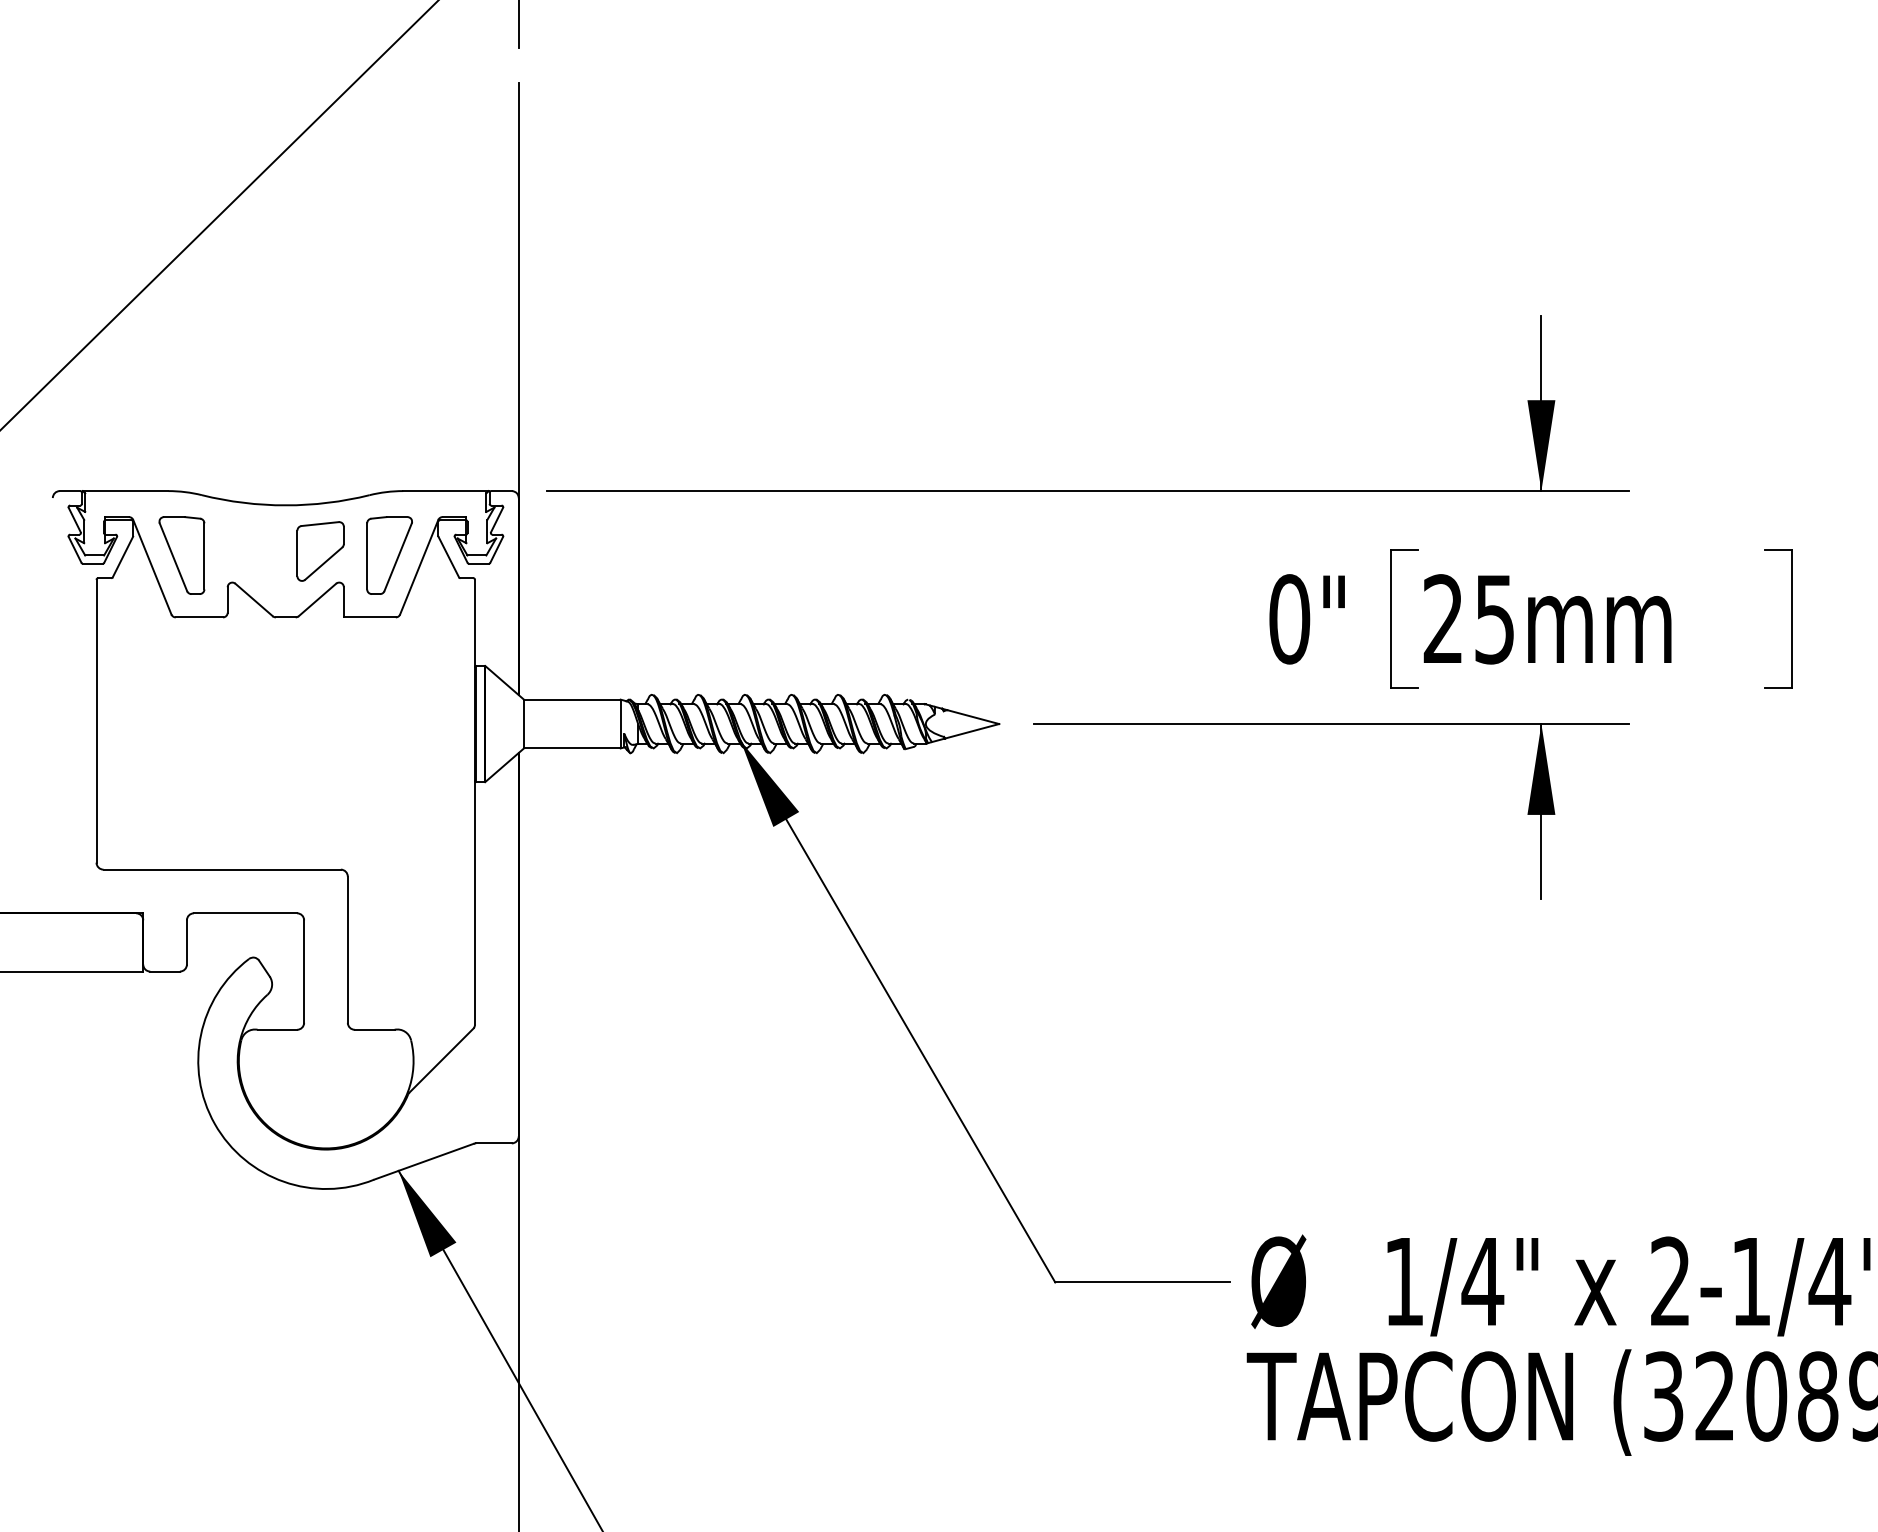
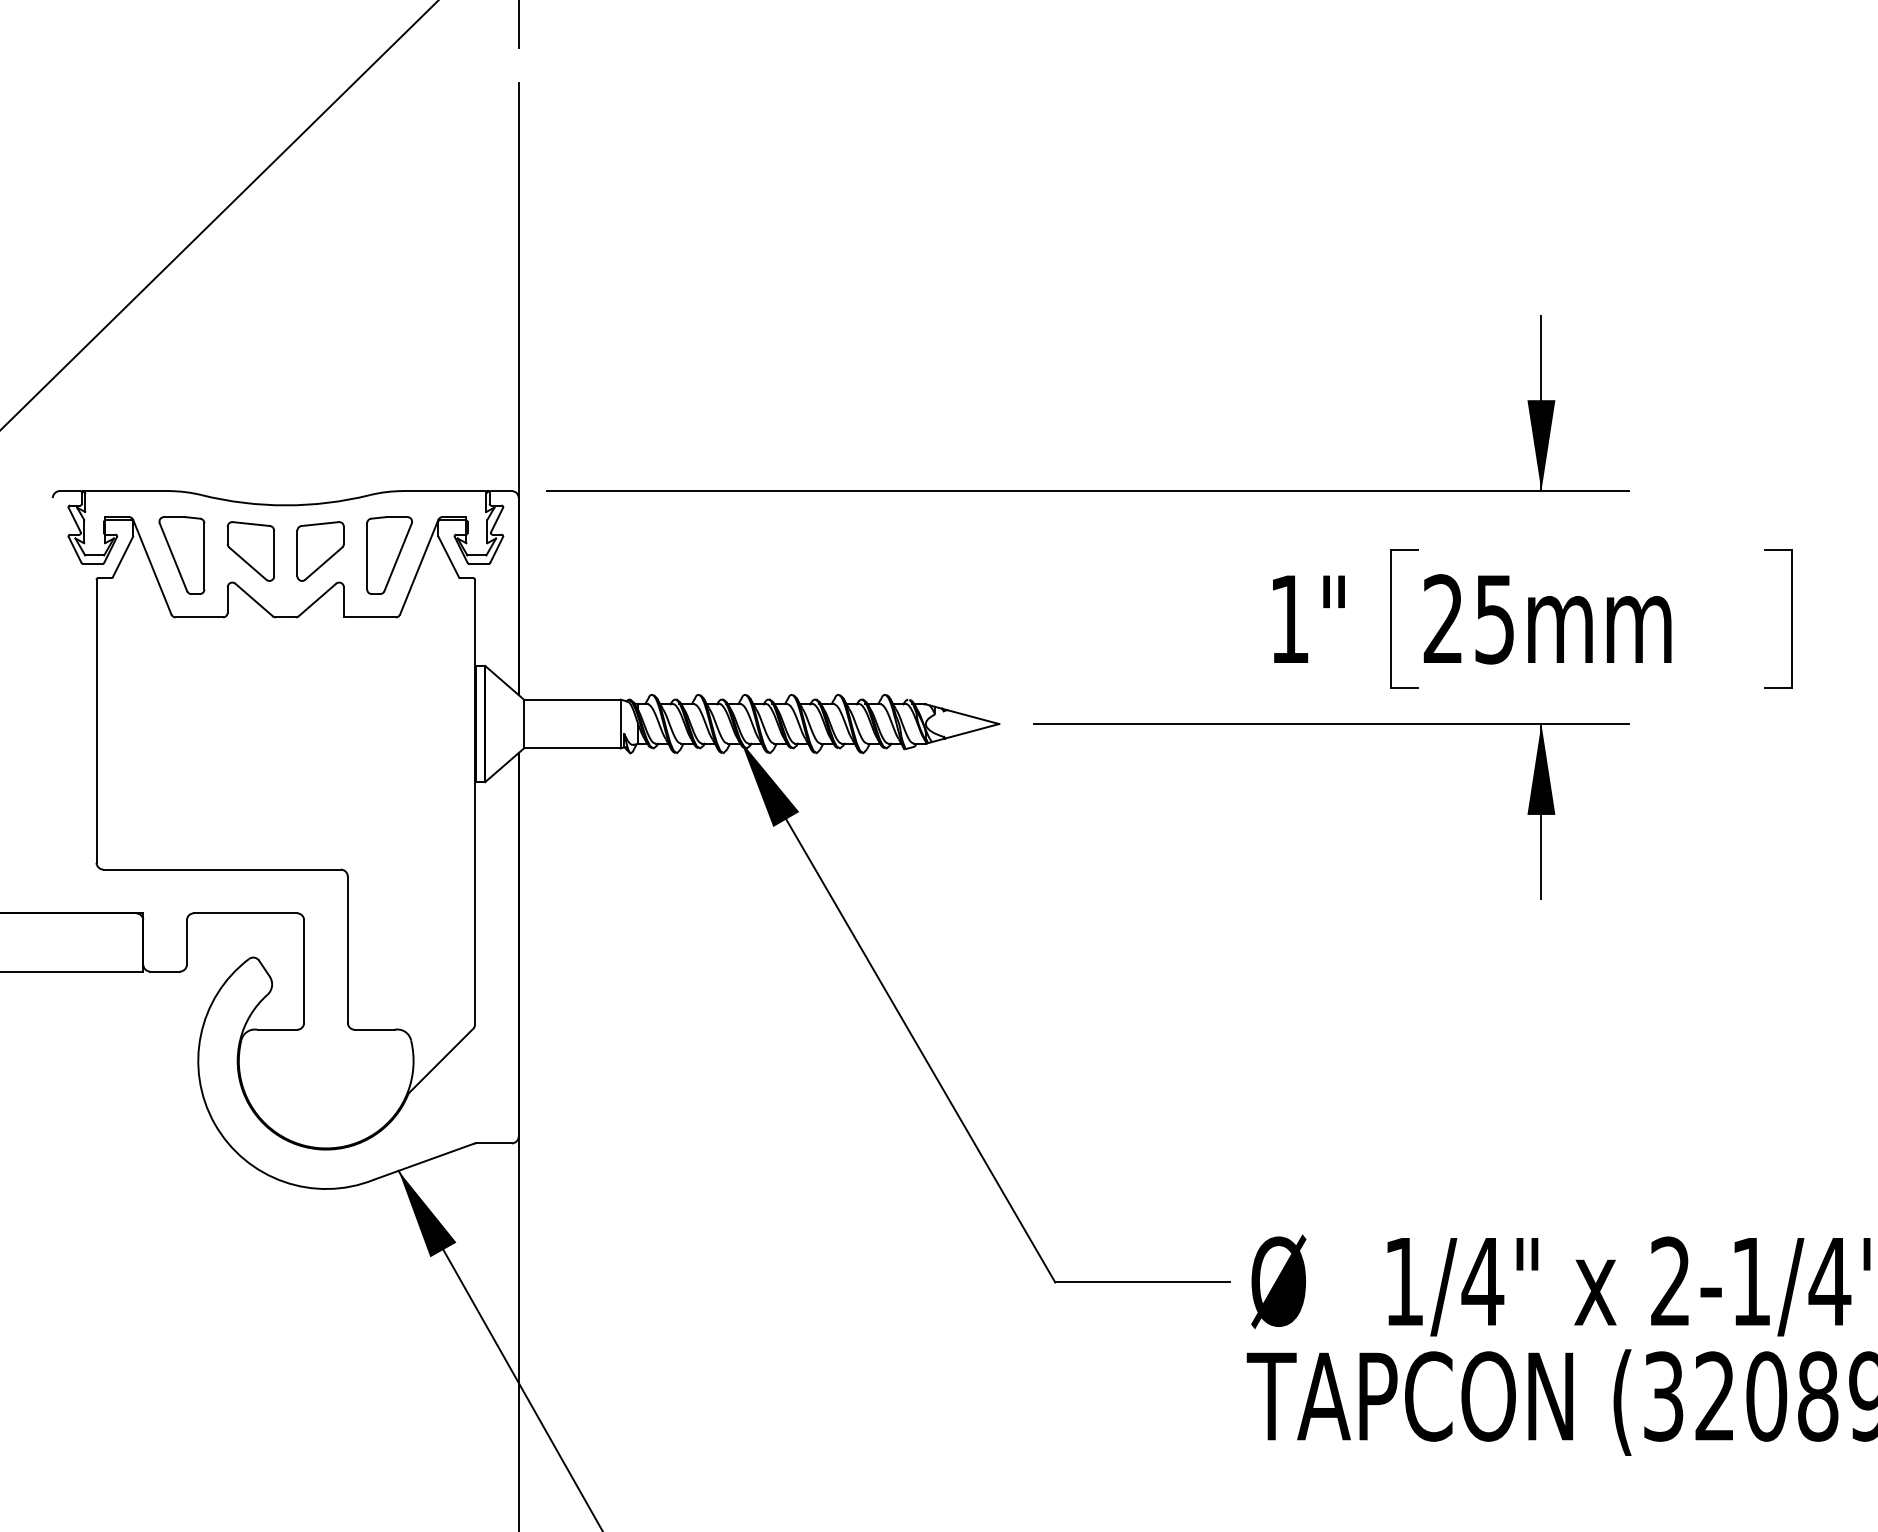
part at (250, 551): none -> present
text at (1289, 619): 0" -> 1"
